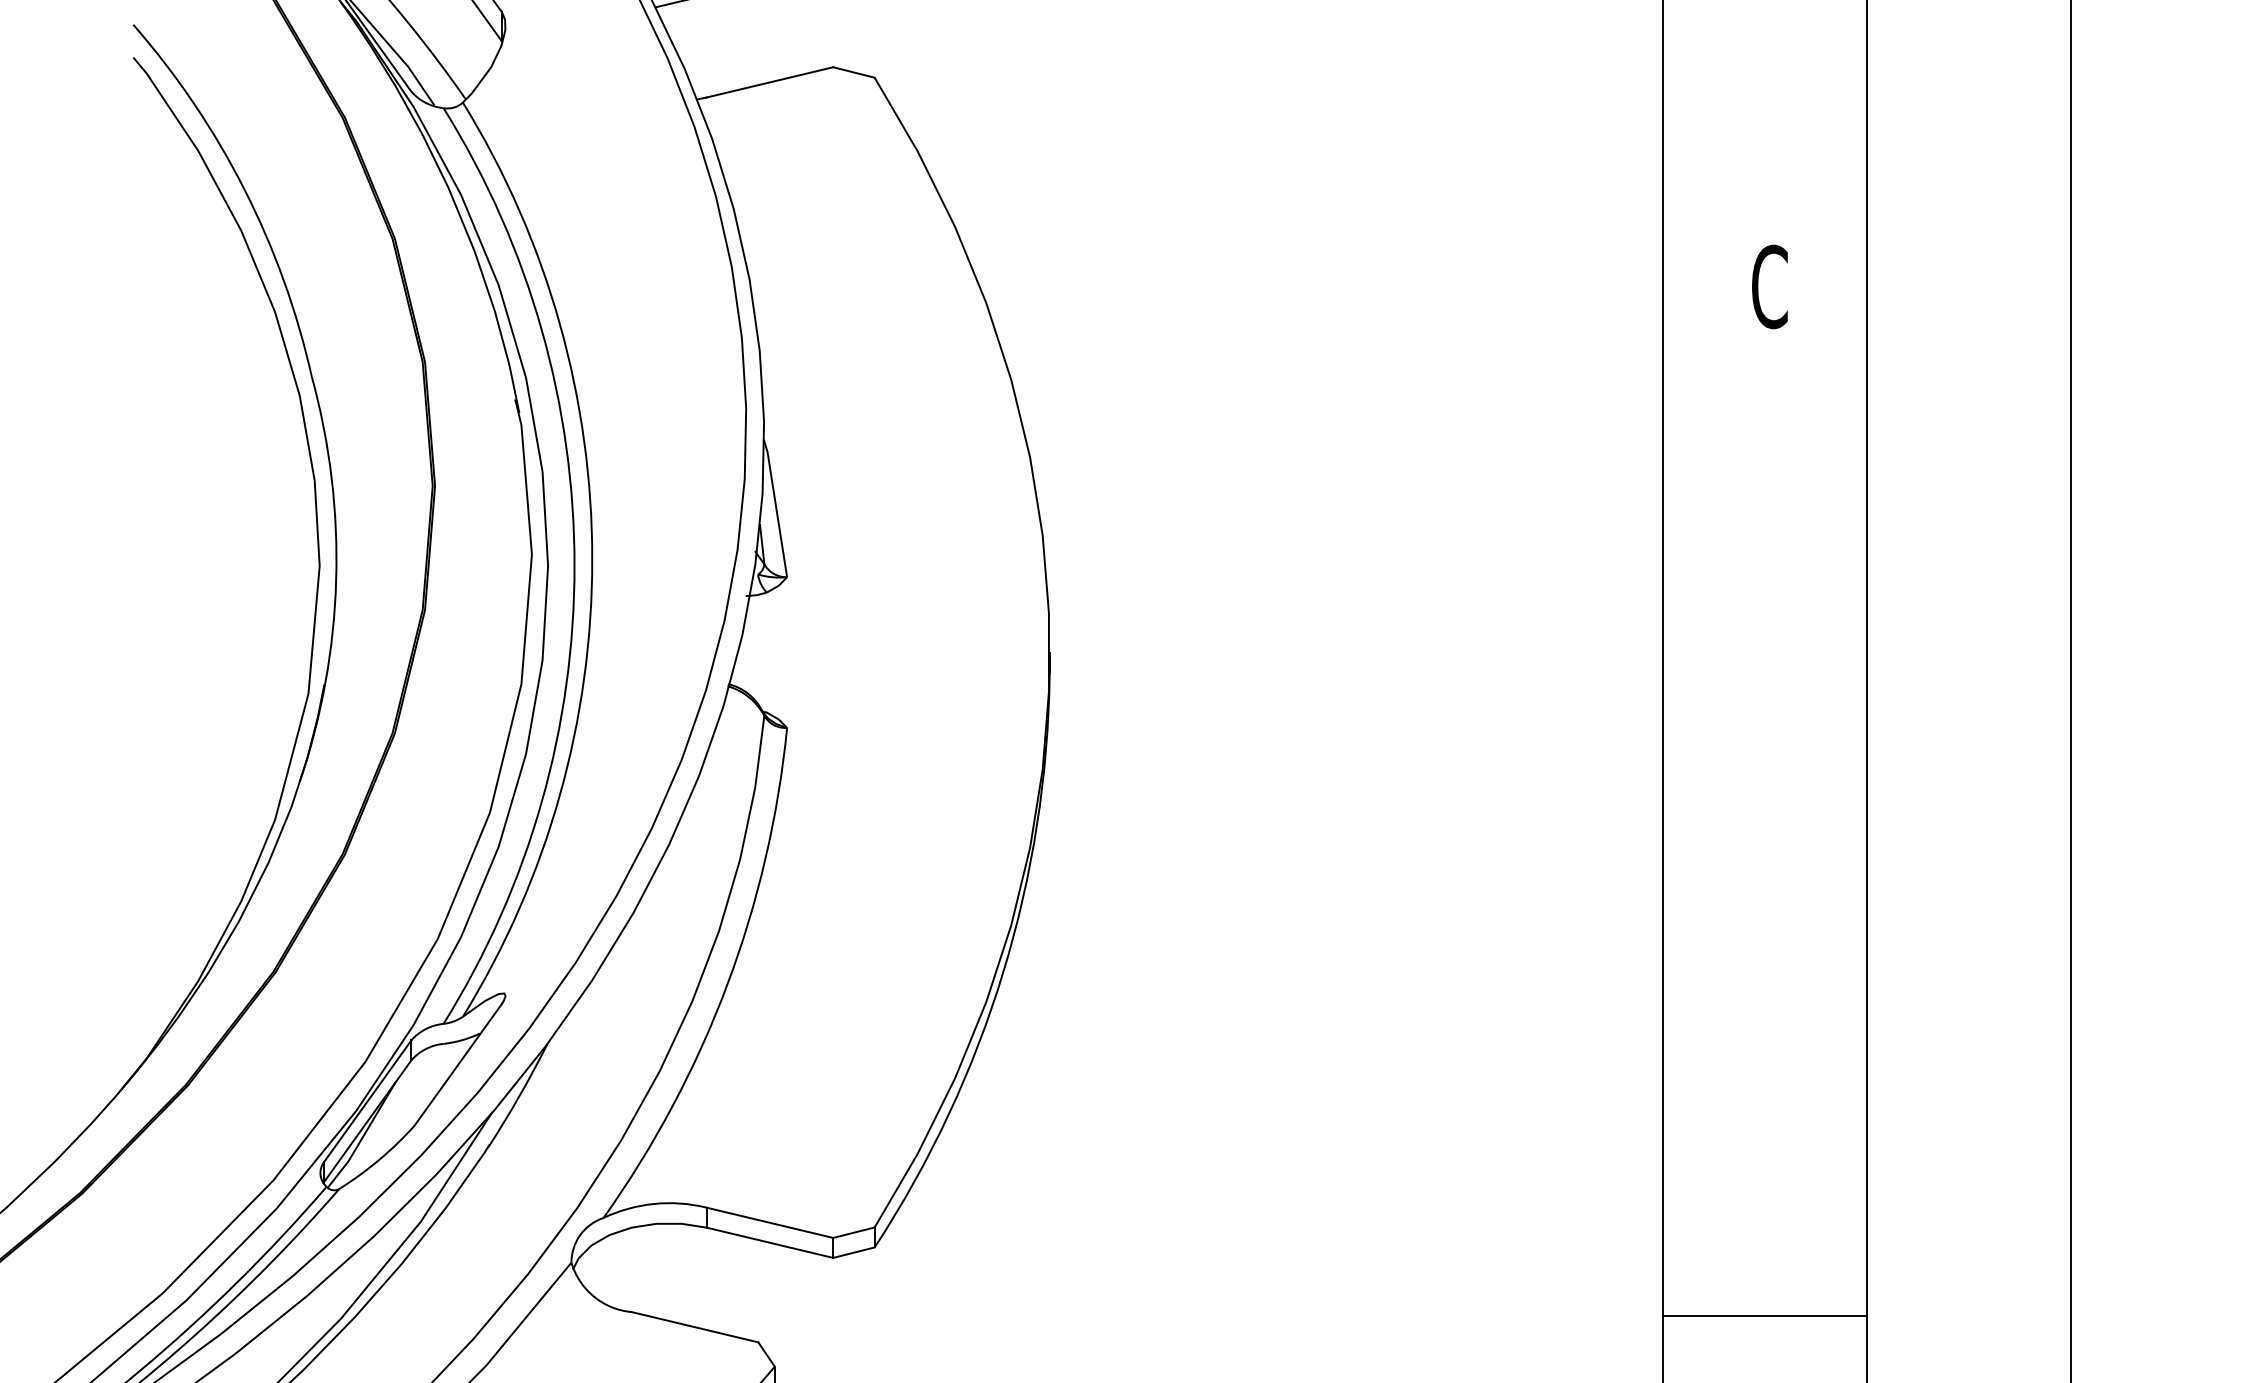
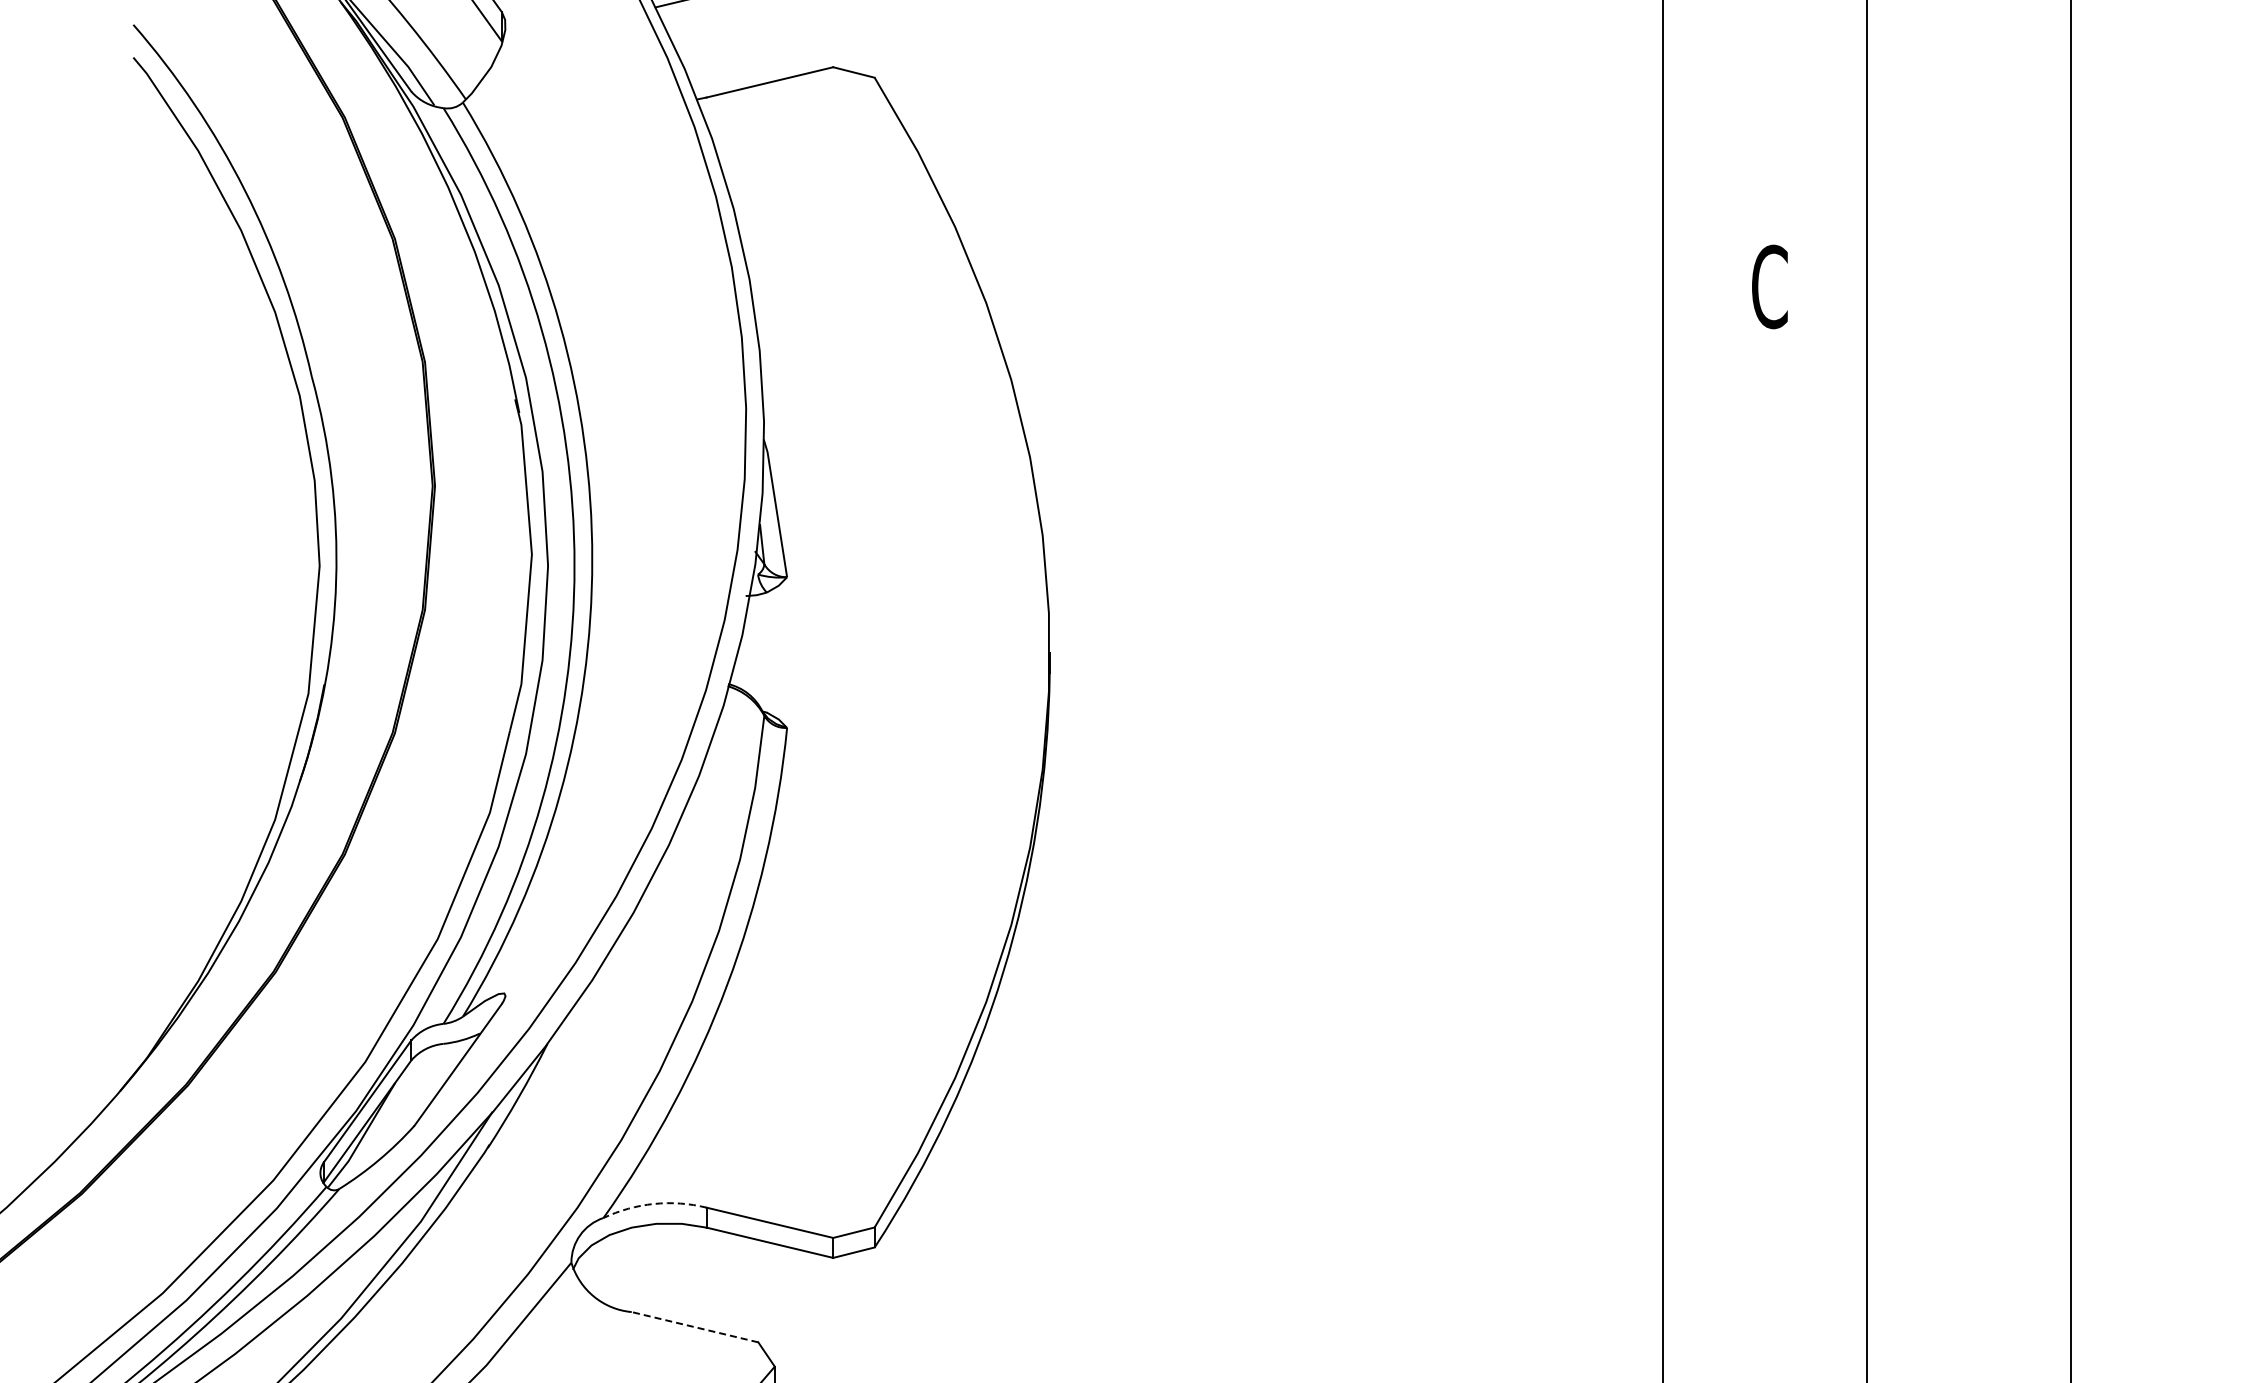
arc at (654, 1203): solid -> dashed
line at (1764, 1315): present -> none
line at (694, 1327): solid -> dashed
